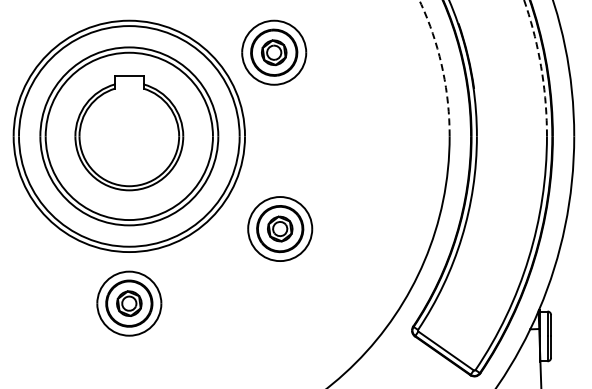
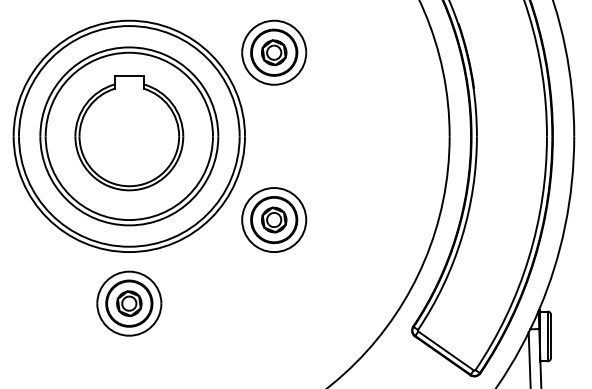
arc at (541, 66): dashed -> solid
arc at (442, 67): dashed -> solid
part at (280, 228) position: (280, 228) -> (274, 219)
line at (529, 358): none -> present
